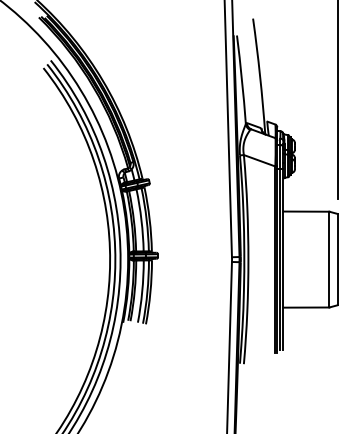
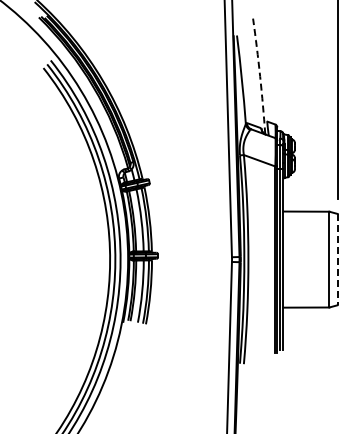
arc at (260, 76): solid -> dashed
line at (337, 259): solid -> dashed
